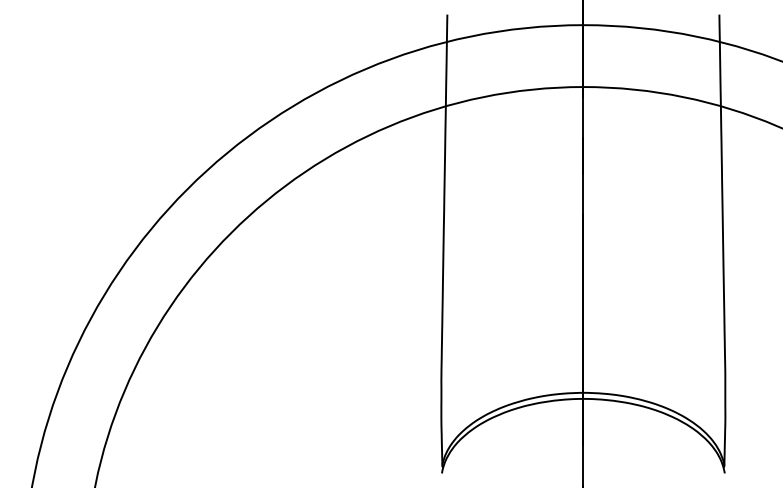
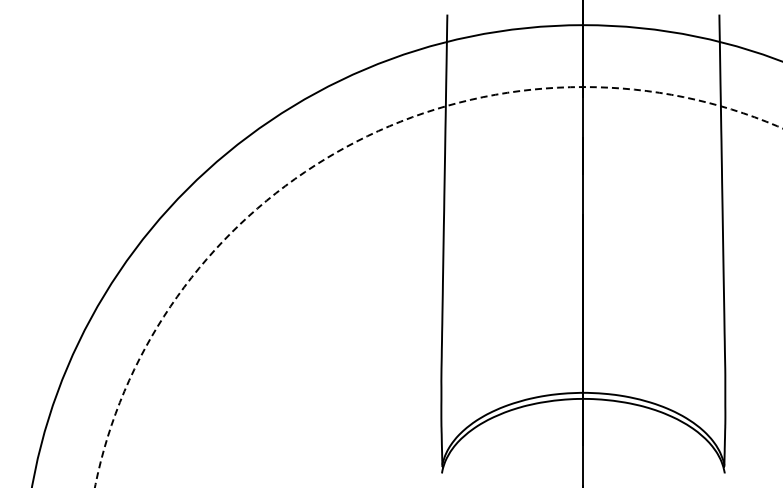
circle at (438, 287): solid -> dashed
